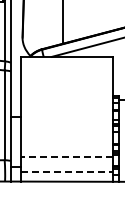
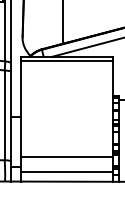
line at (67, 61): none -> present
line at (67, 157): dashed -> solid
line at (67, 171): dashed -> solid
